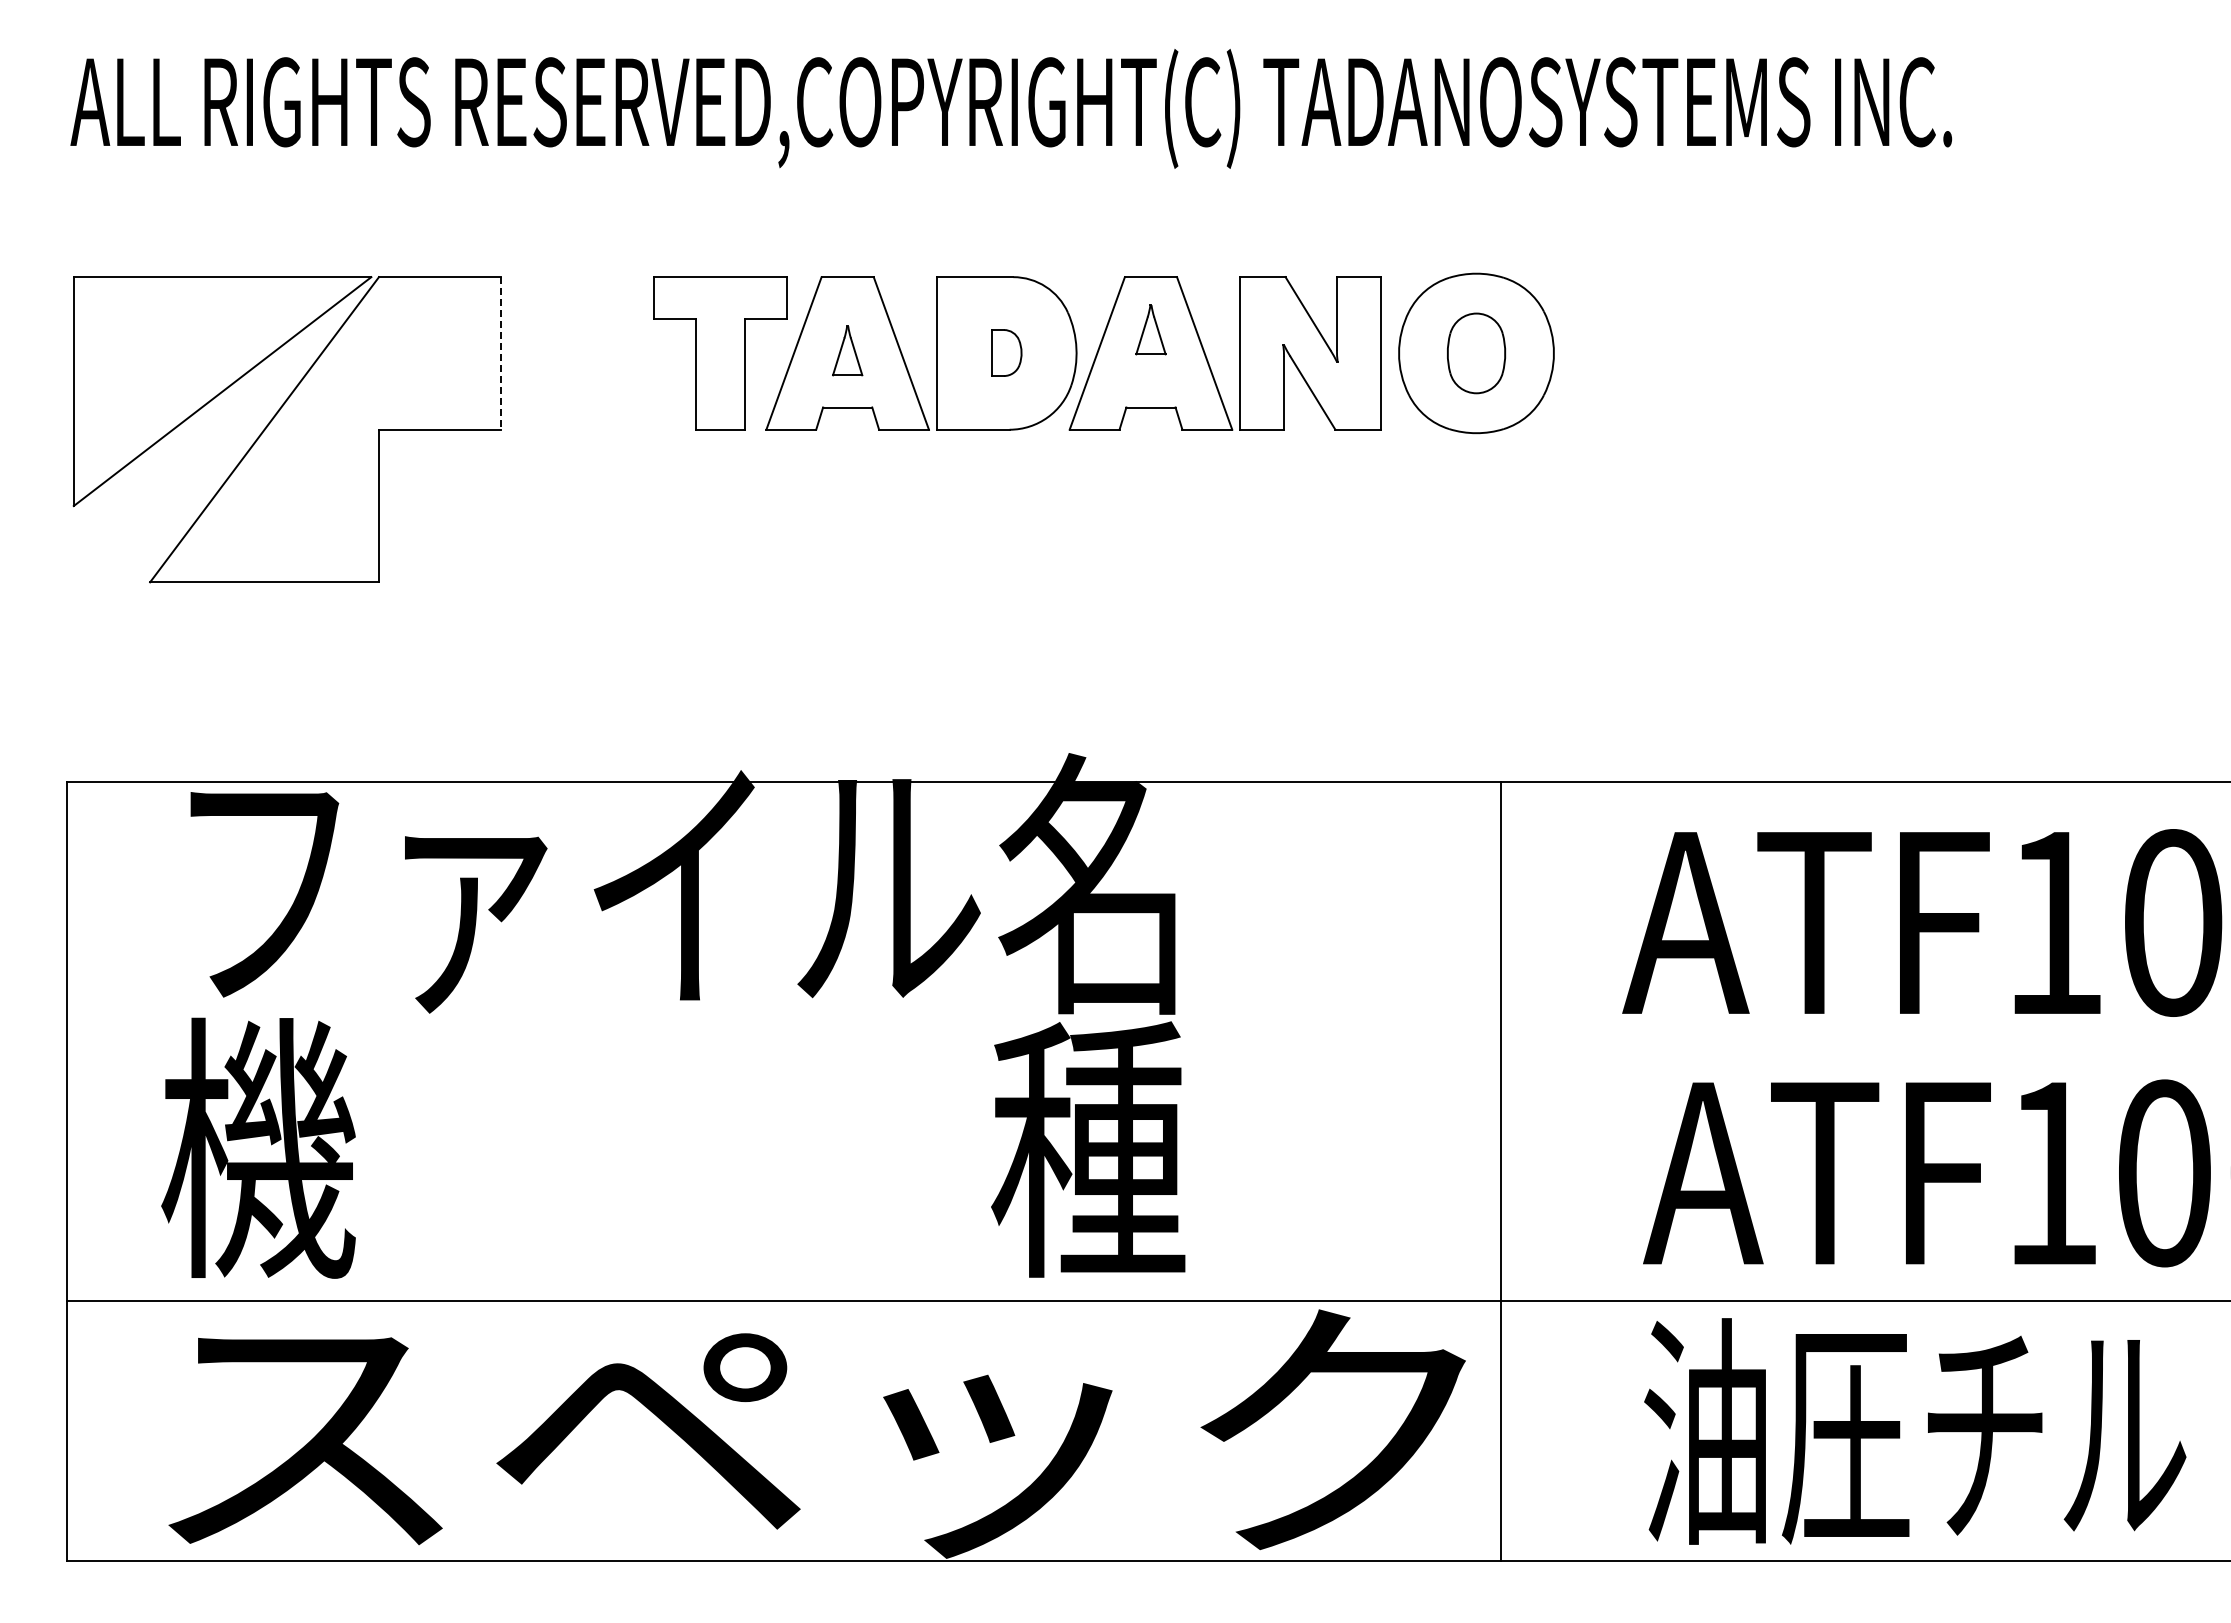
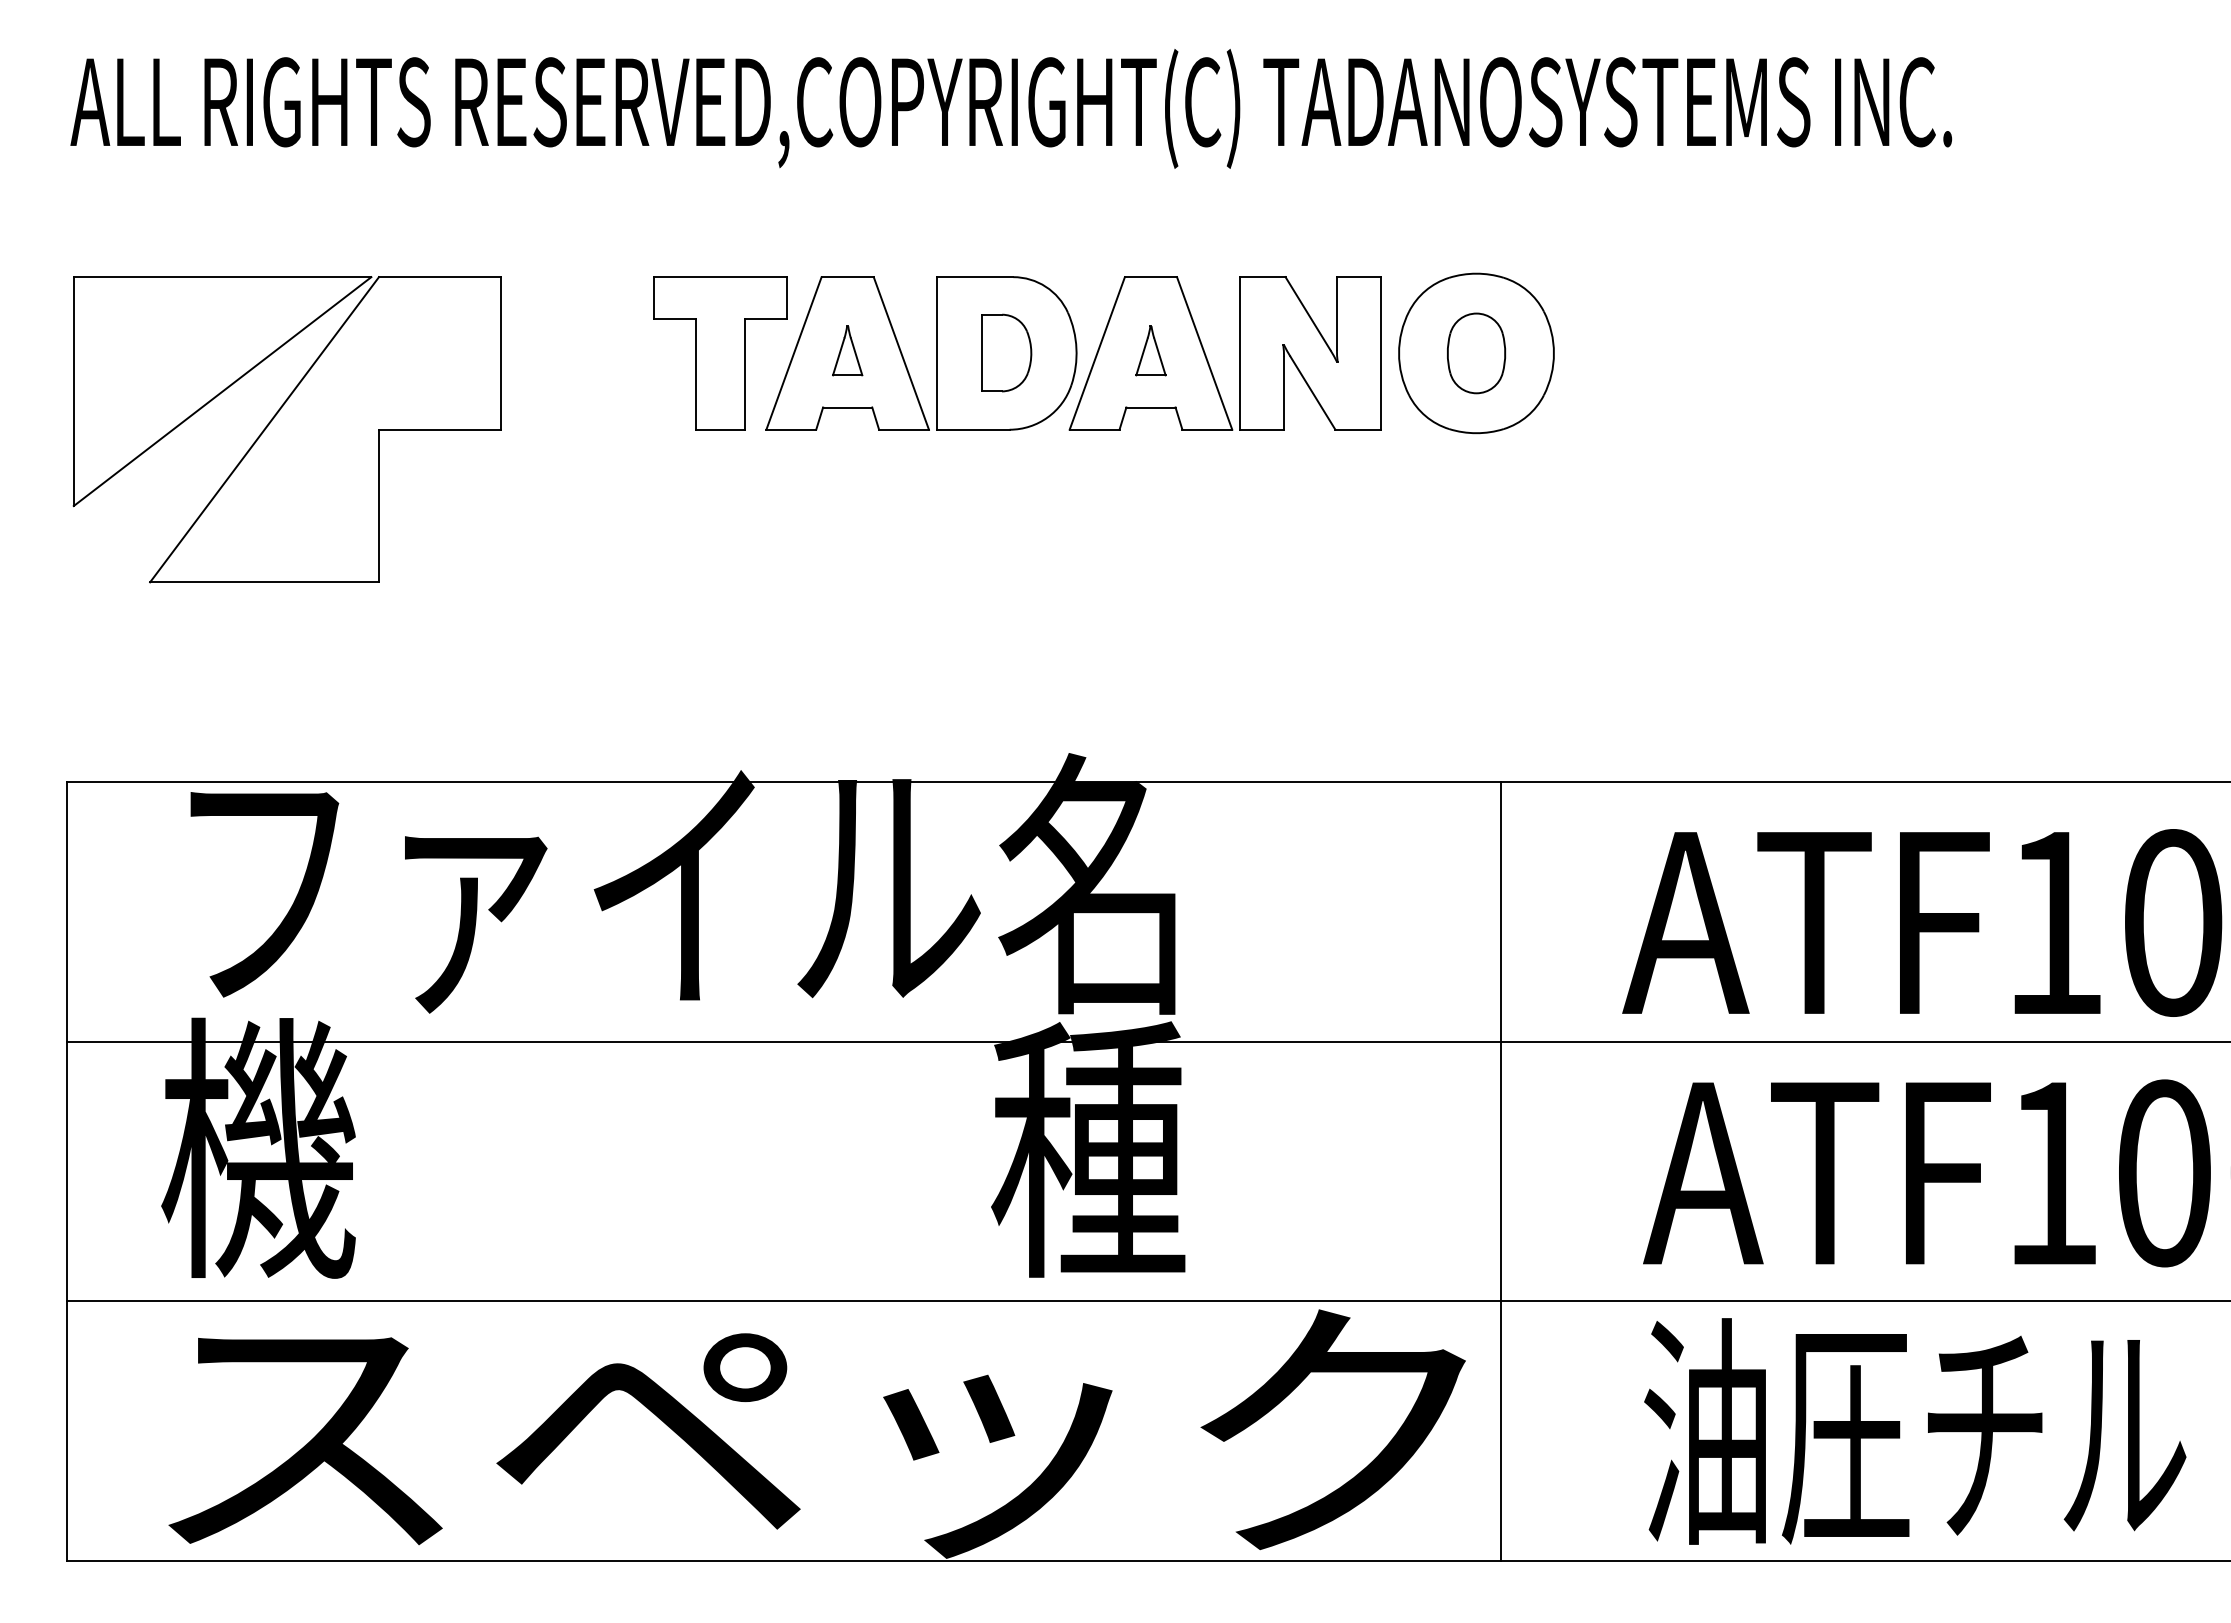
part at (1150, 329) position: (1150, 329) -> (1150, 350)
part at (1006, 352) size: 32x48 px -> 52x80 px
line at (501, 353): dashed -> solid
line at (1146, 1041): none -> present
